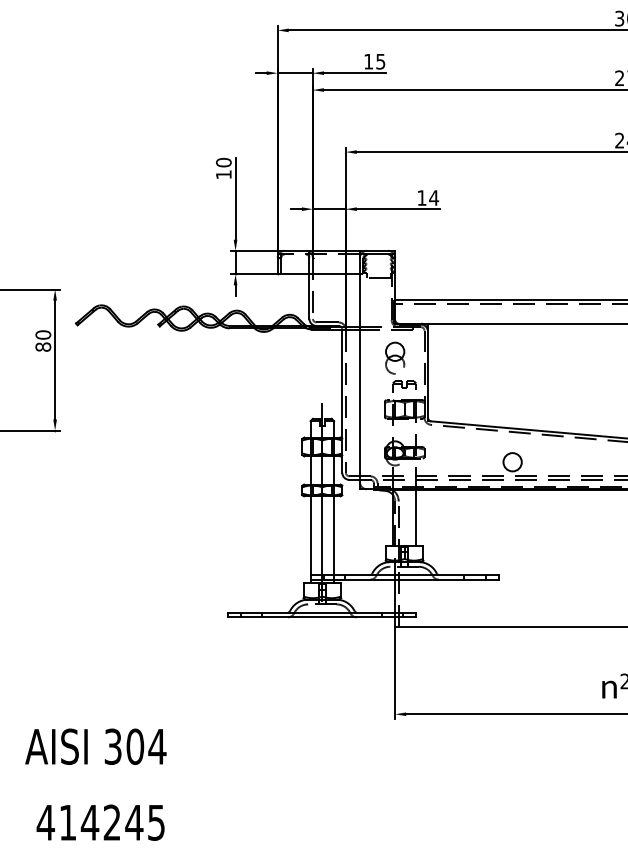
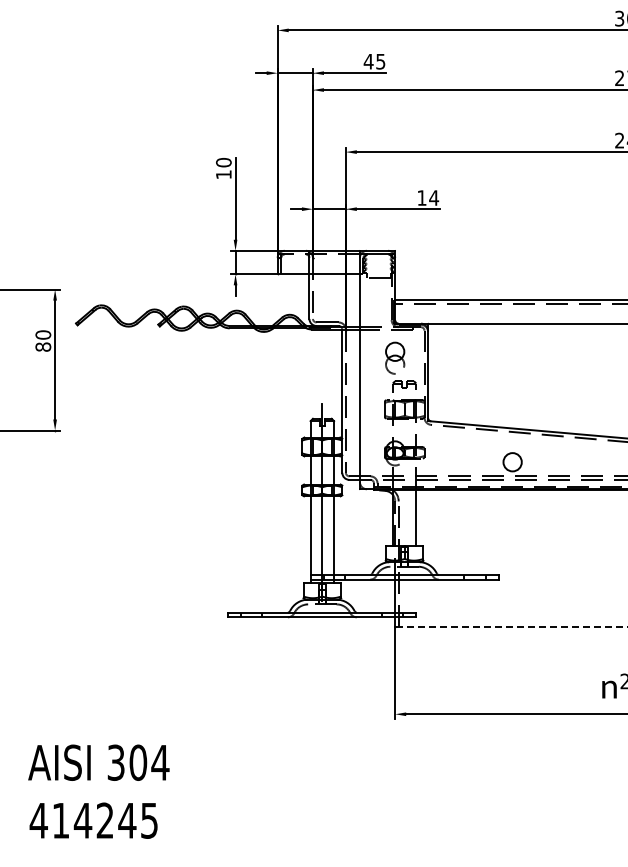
text at (368, 61): 15 -> 45
line at (511, 627): solid -> dashed
text at (95, 746) position: (95, 746) -> (98, 762)
text at (100, 822) position: (100, 822) -> (93, 820)
